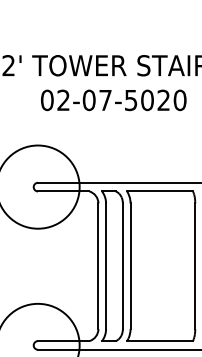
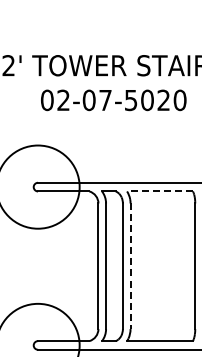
line at (160, 191): solid -> dashed
line at (130, 266): solid -> dashed
